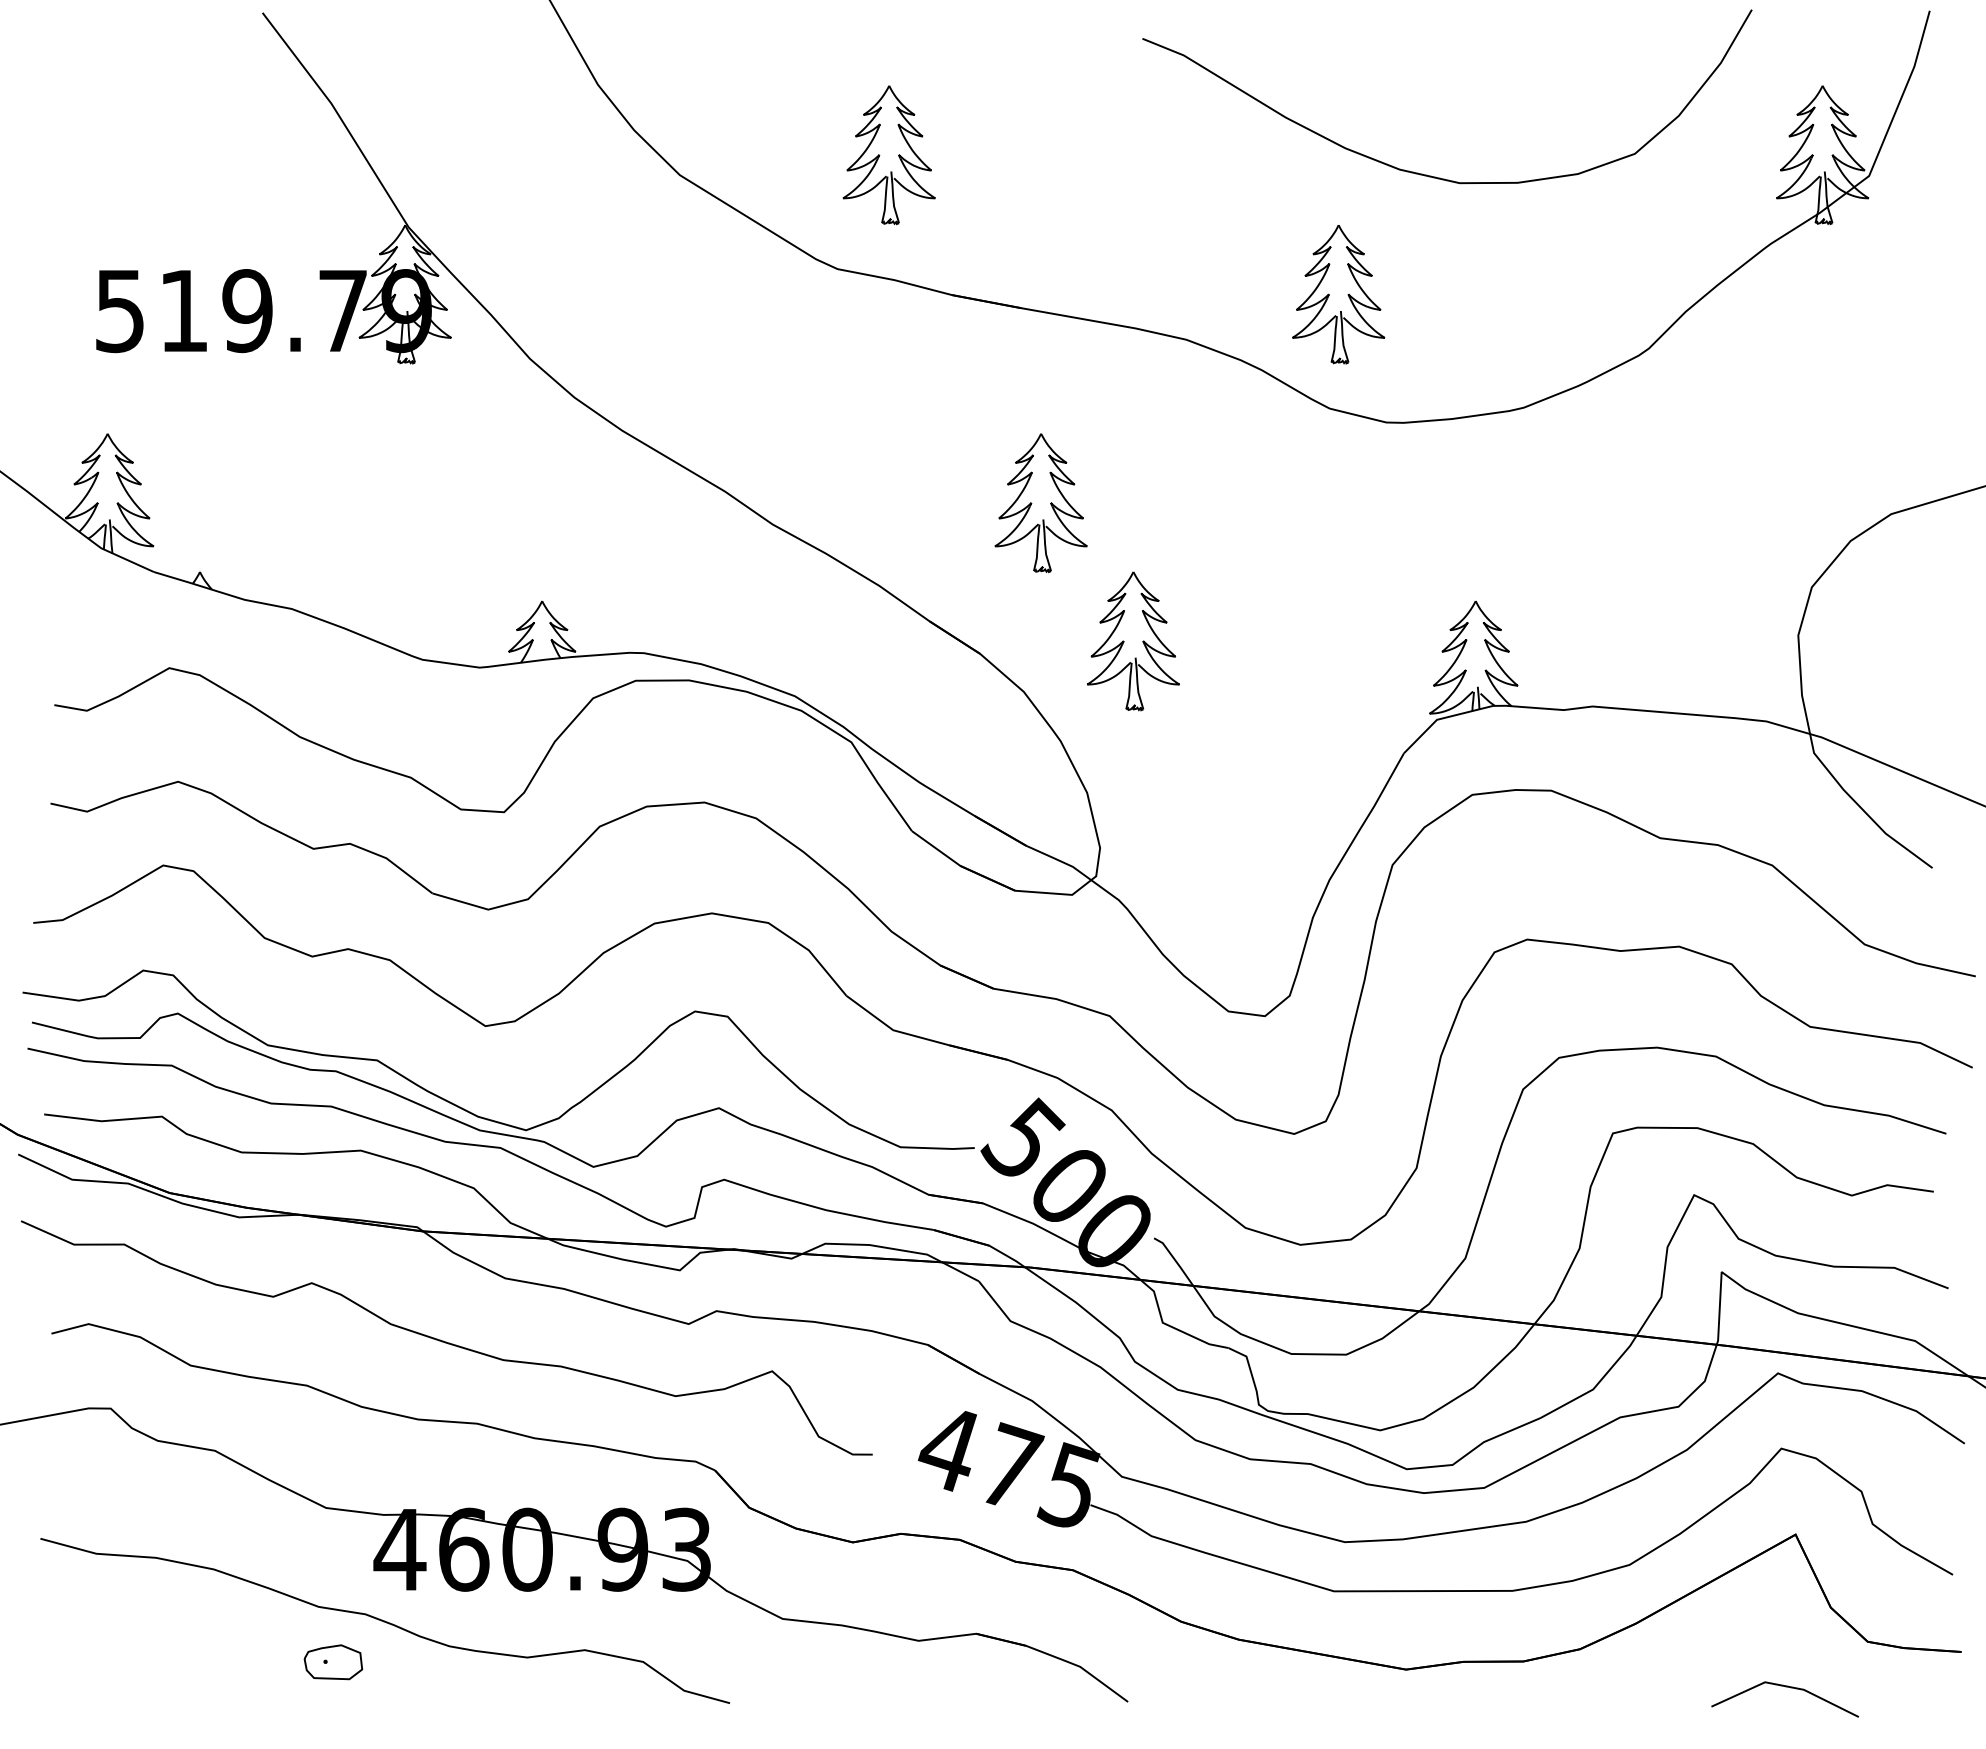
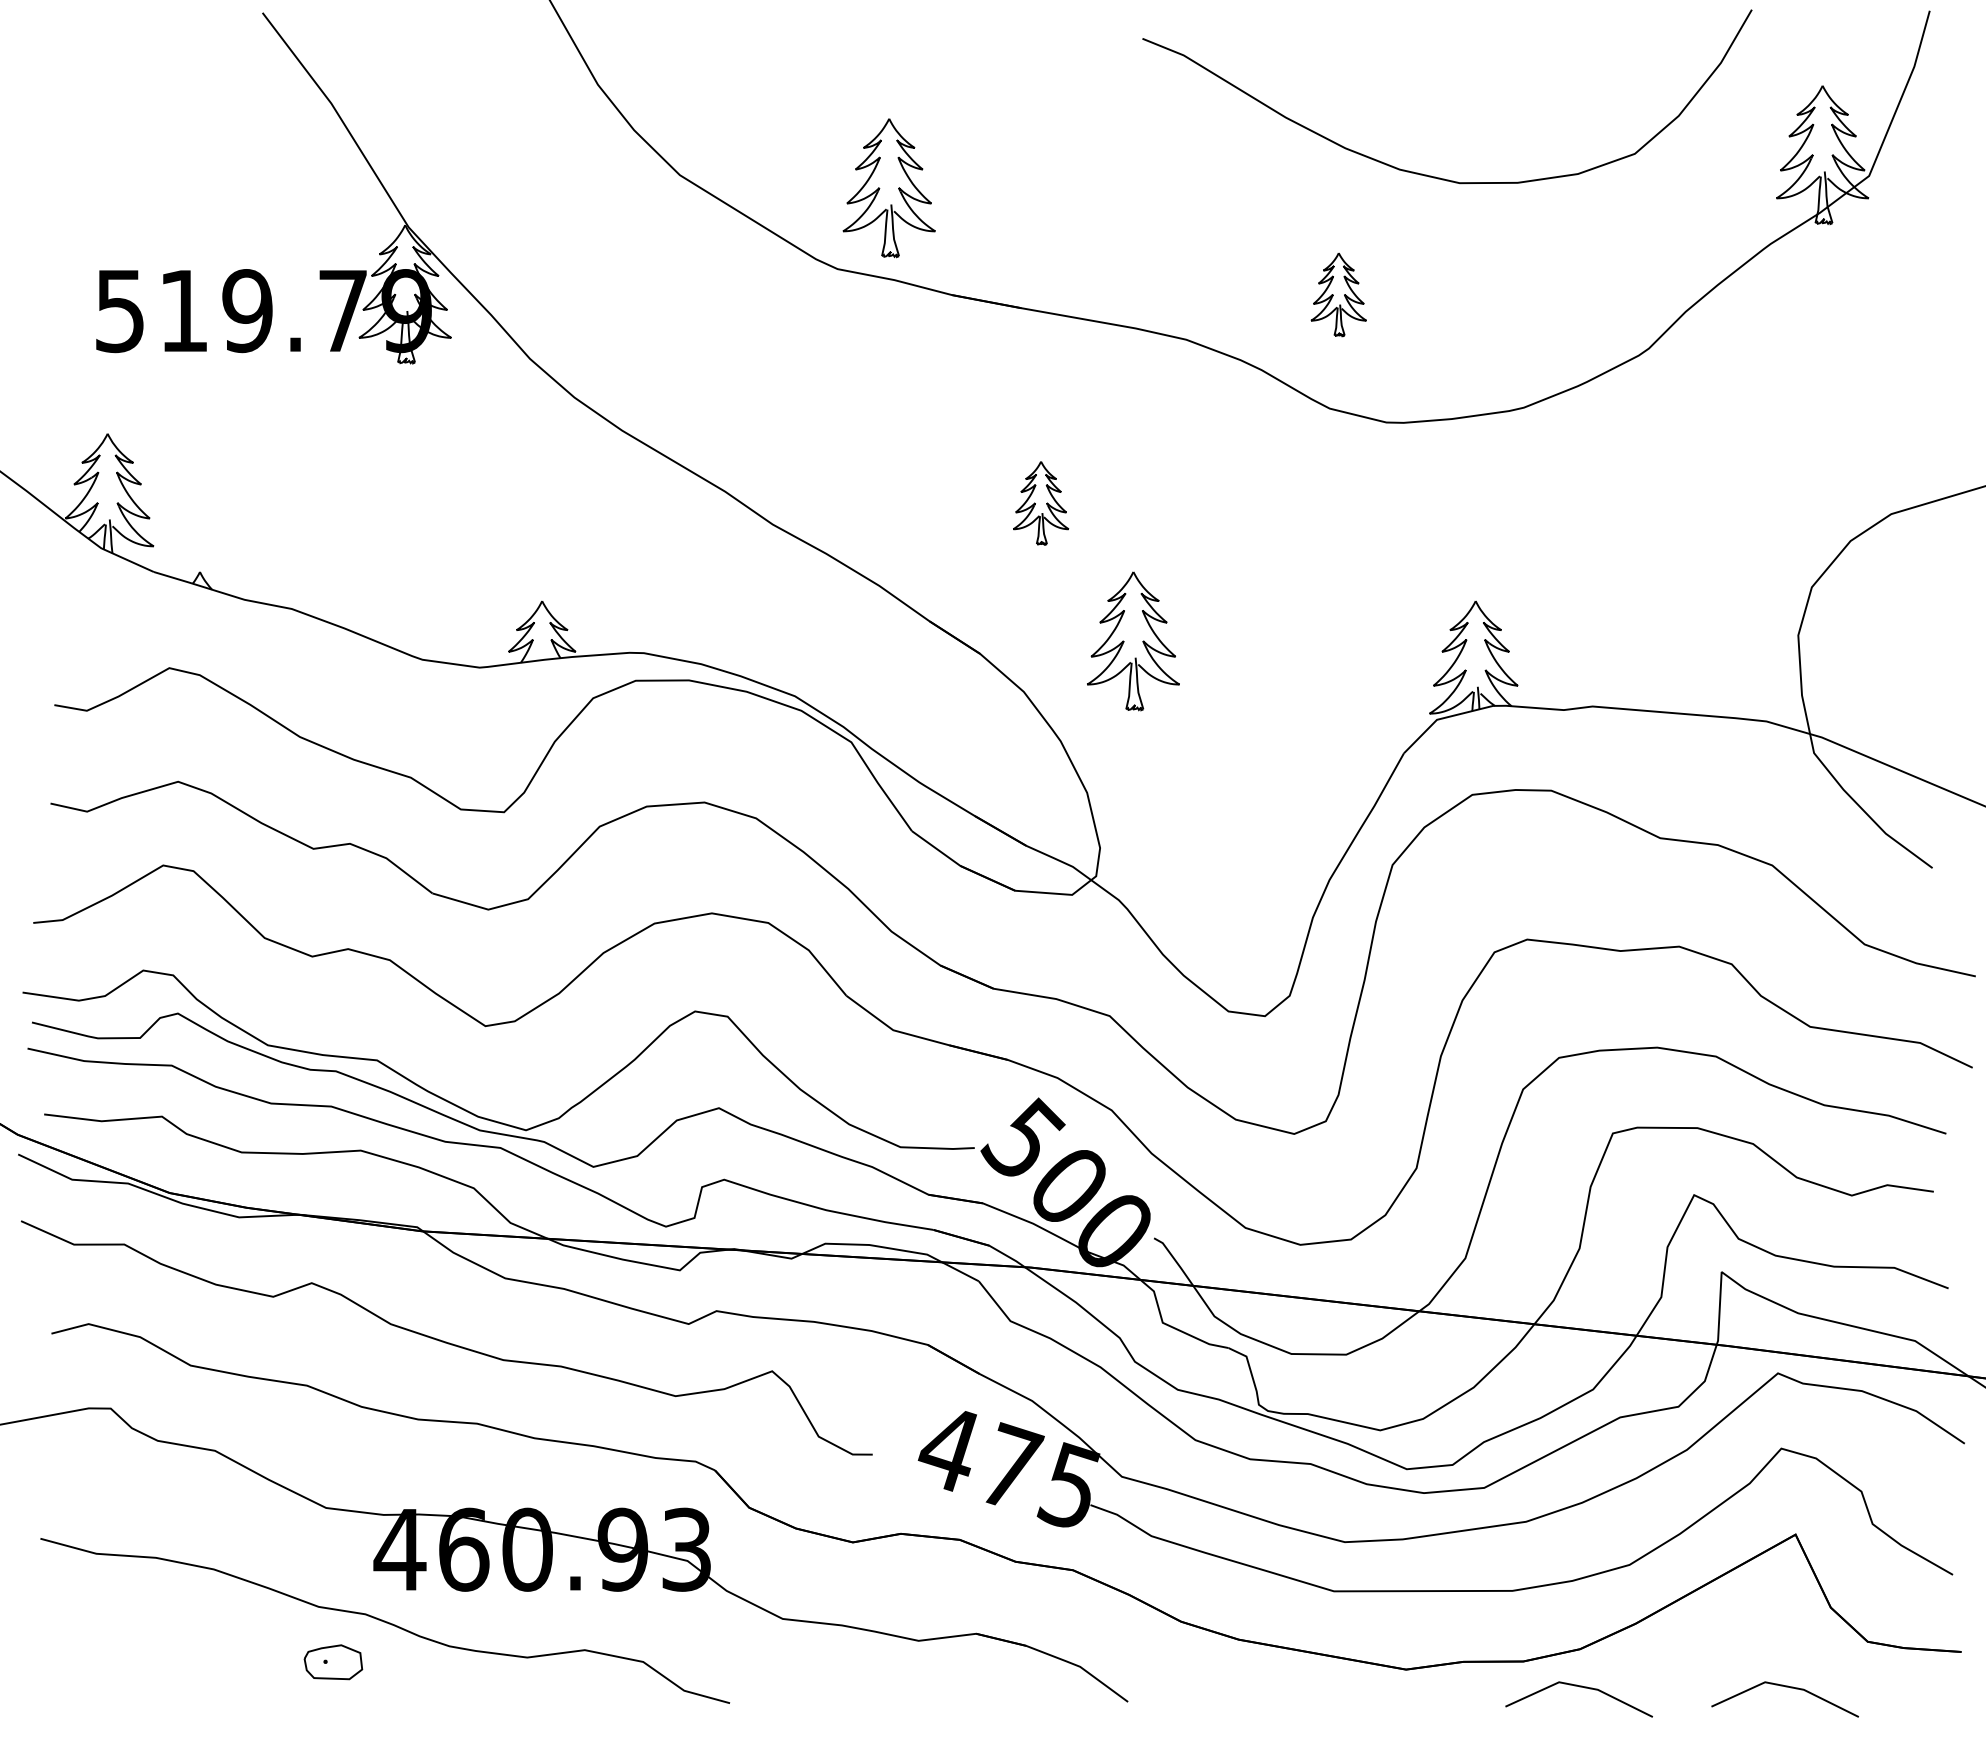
part at (888, 155) position: (888, 155) -> (888, 188)
part at (1338, 294) size: 94x140 px -> 57x86 px
part at (1040, 503) size: 94x141 px -> 57x85 px
line at (1579, 1687): none -> present
